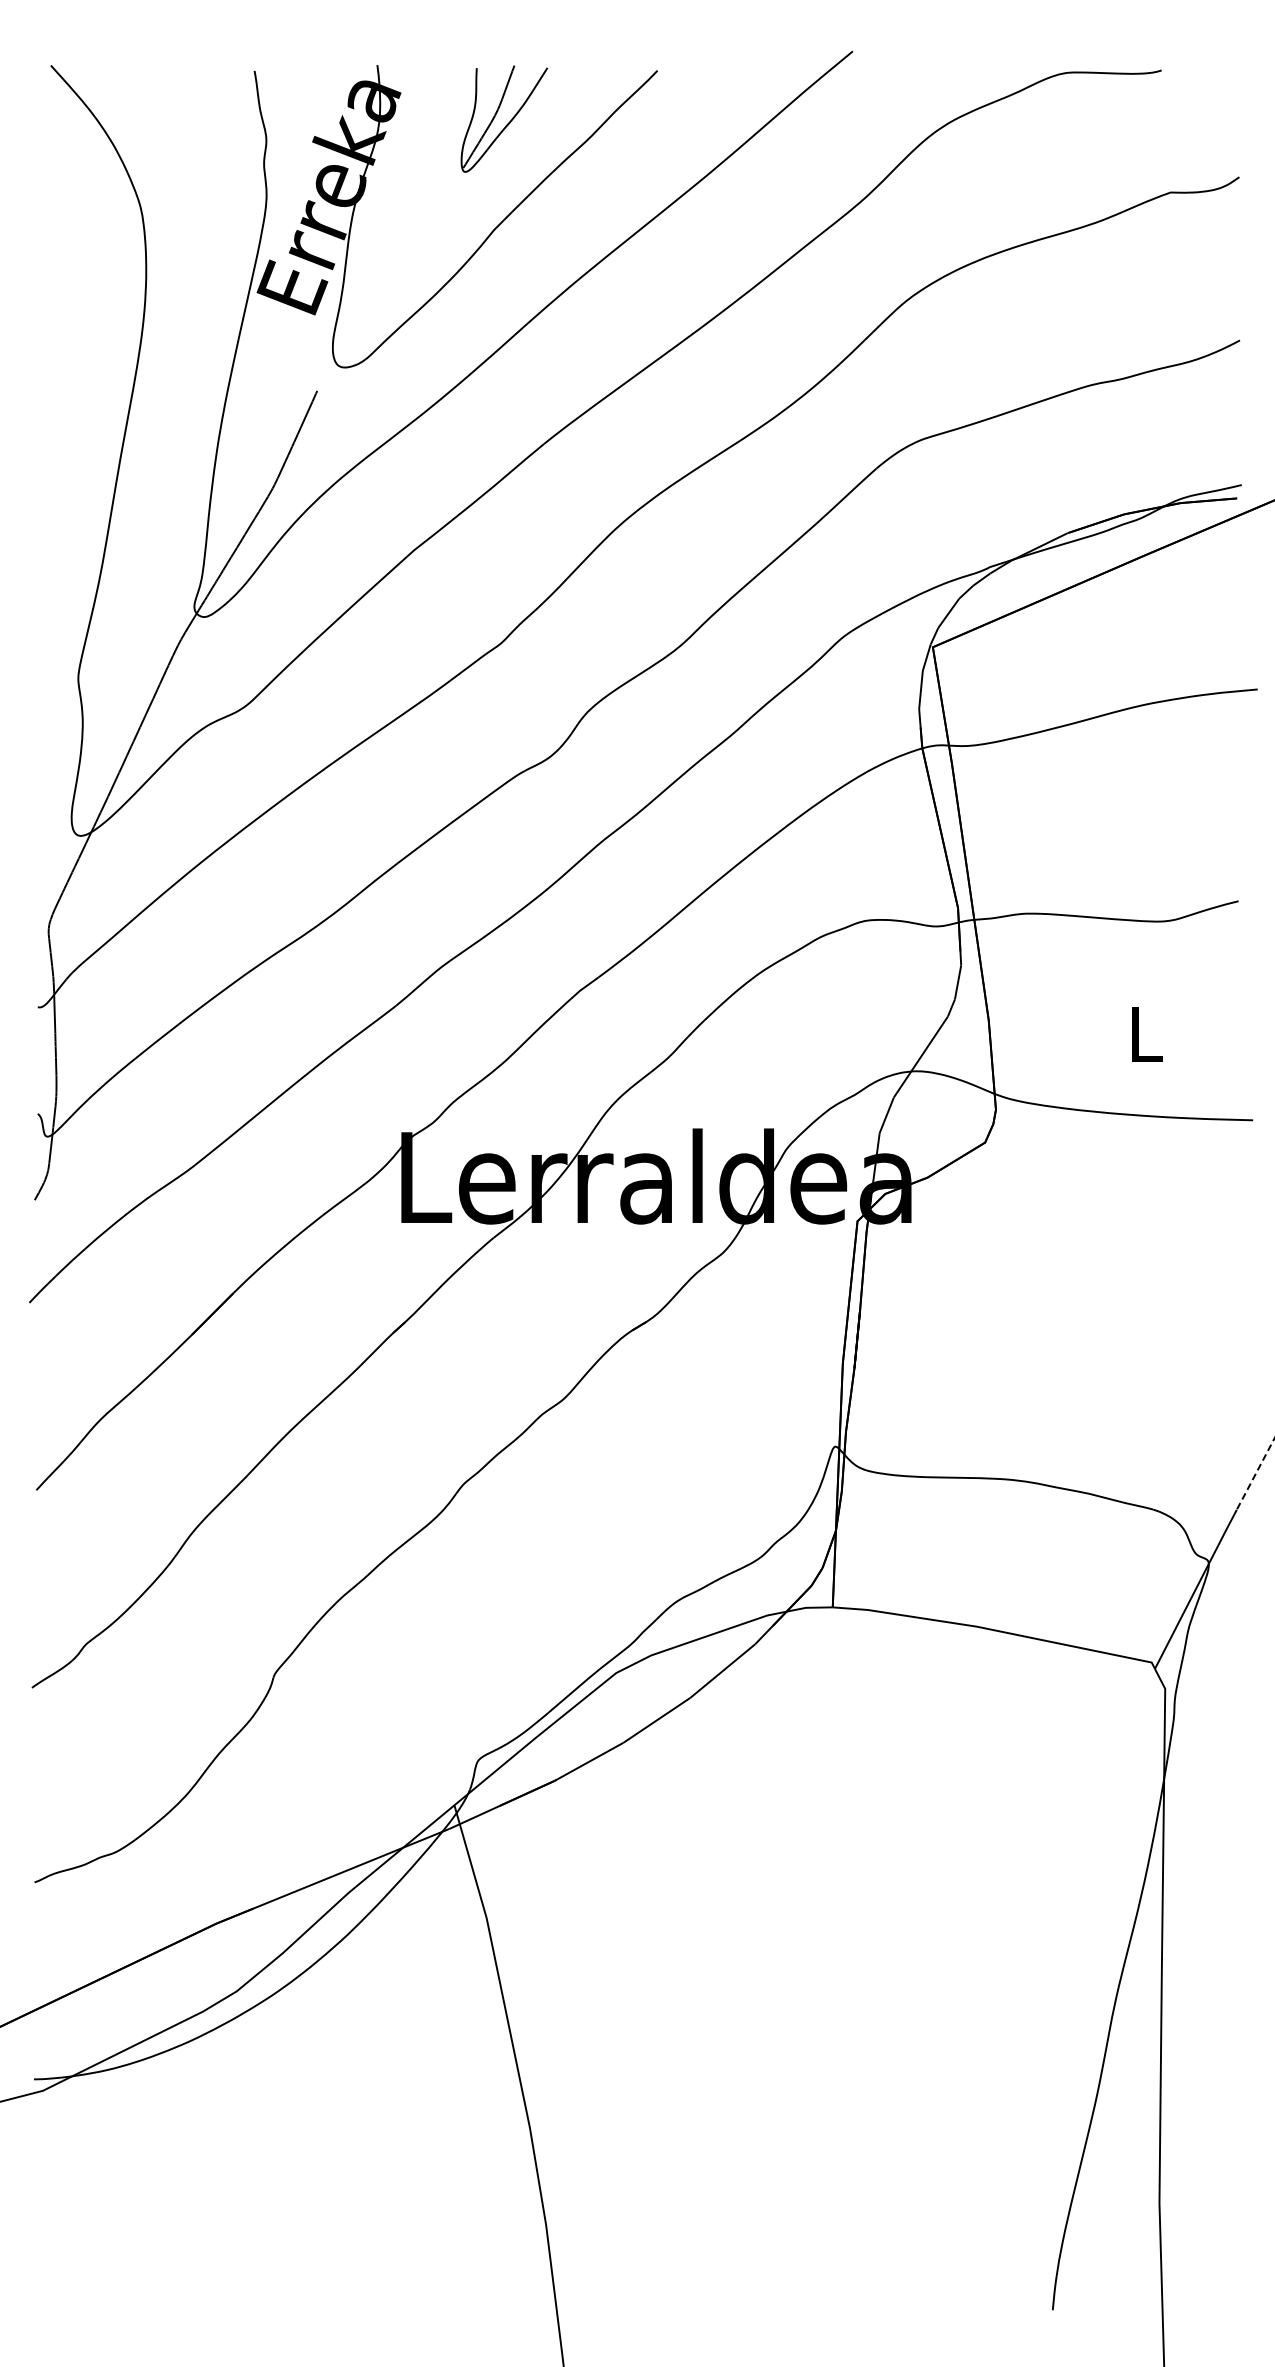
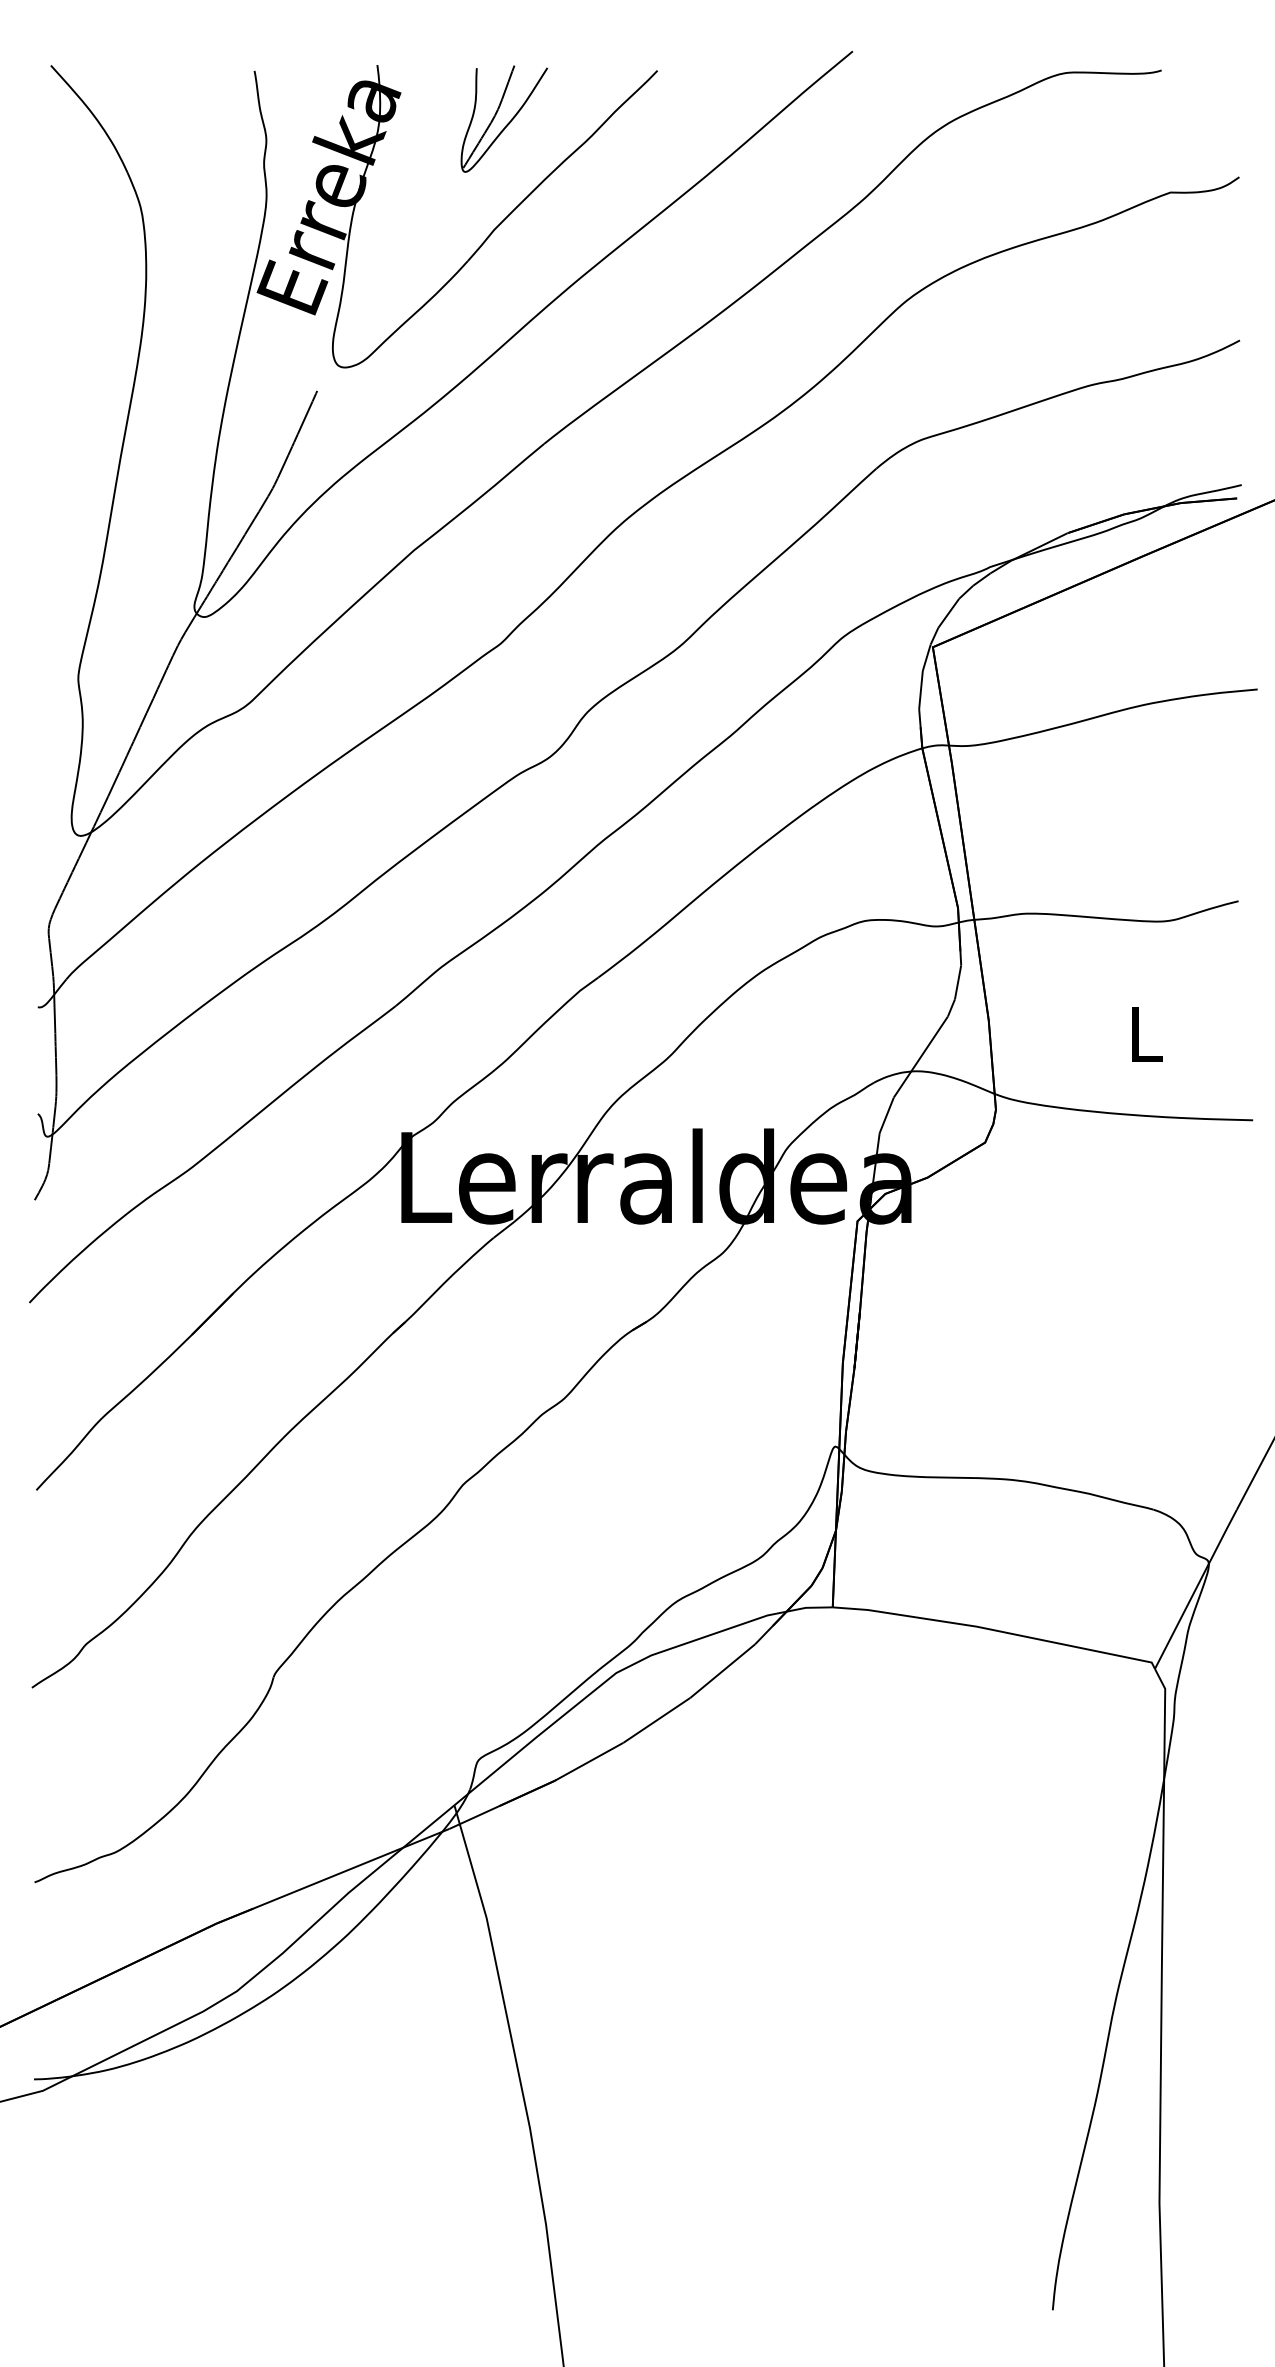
line at (1255, 1473): dashed -> solid
